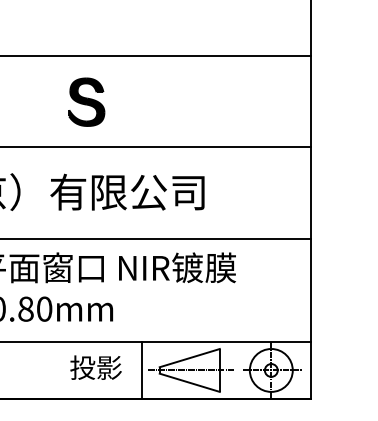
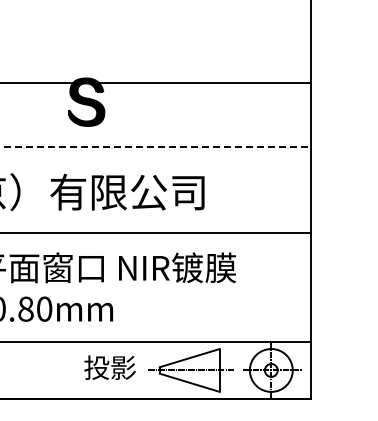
line at (156, 55) position: (156, 55) -> (156, 82)
line at (156, 147): solid -> dashed
line at (156, 238) position: (156, 238) -> (156, 232)
text at (95, 367) position: (95, 367) -> (109, 367)
line at (142, 370): present -> none
